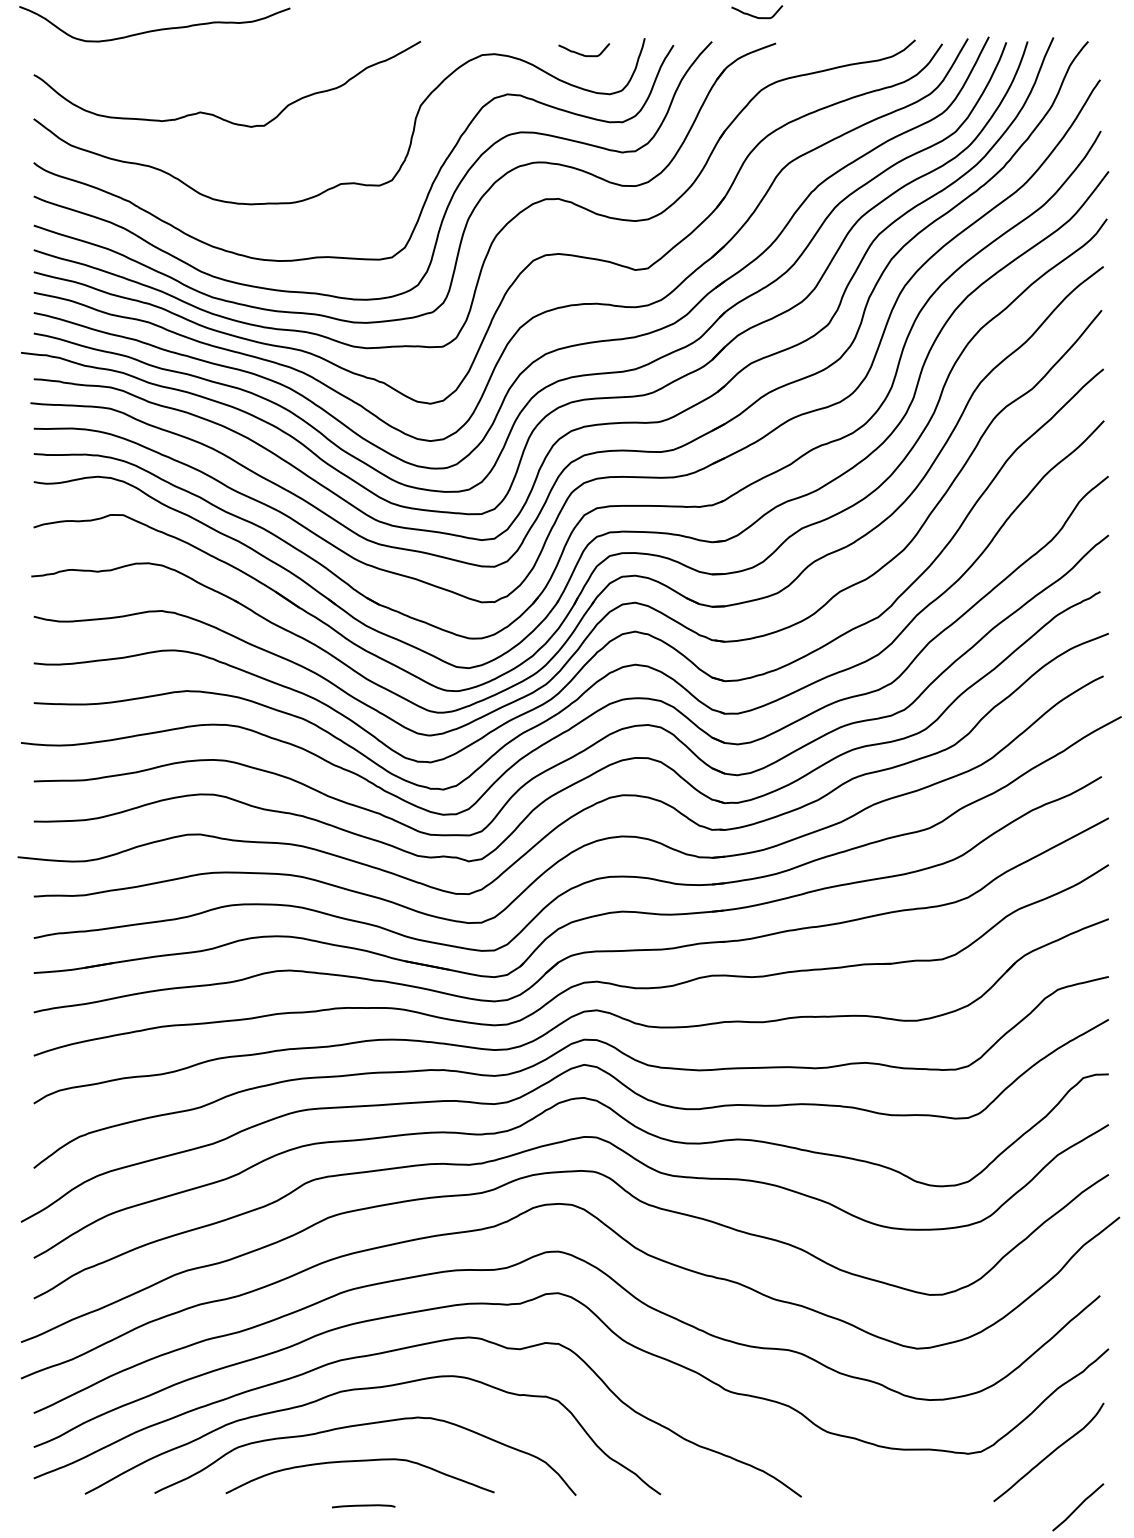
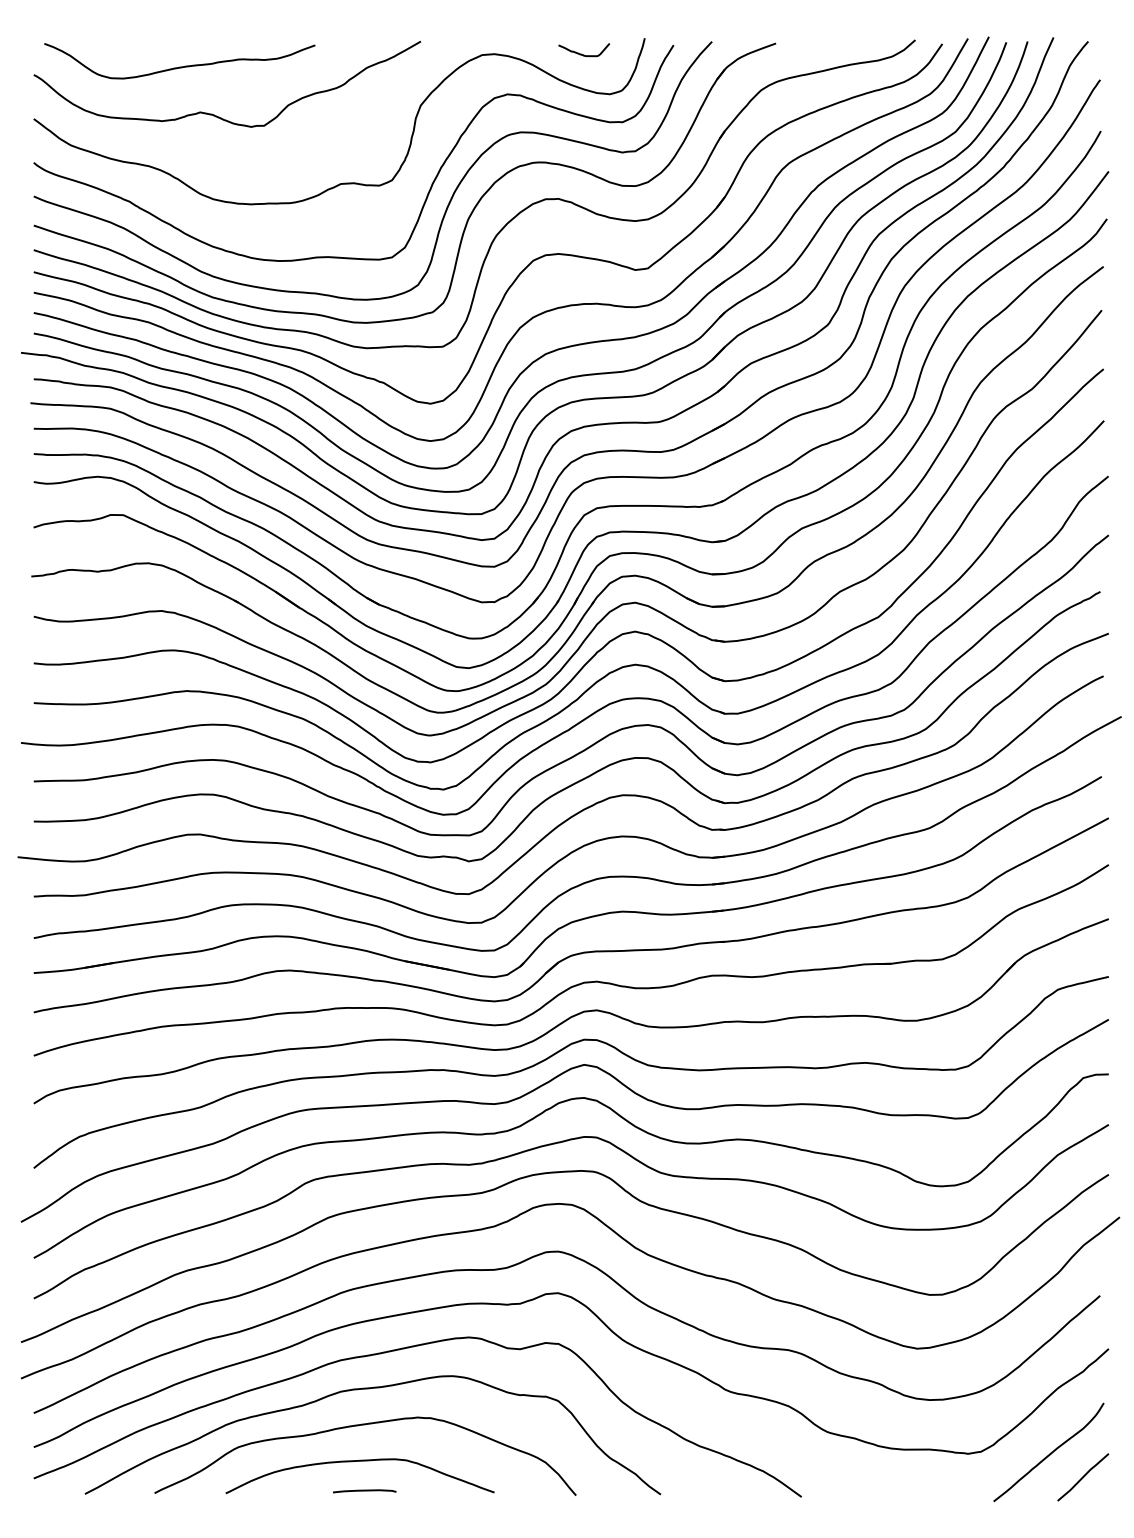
curve at (757, 16): present -> none
curve at (154, 29) position: (154, 29) -> (179, 66)
curve at (363, 1506) position: (363, 1506) -> (364, 1491)
line at (1078, 1507) position: (1078, 1507) -> (1083, 1477)
